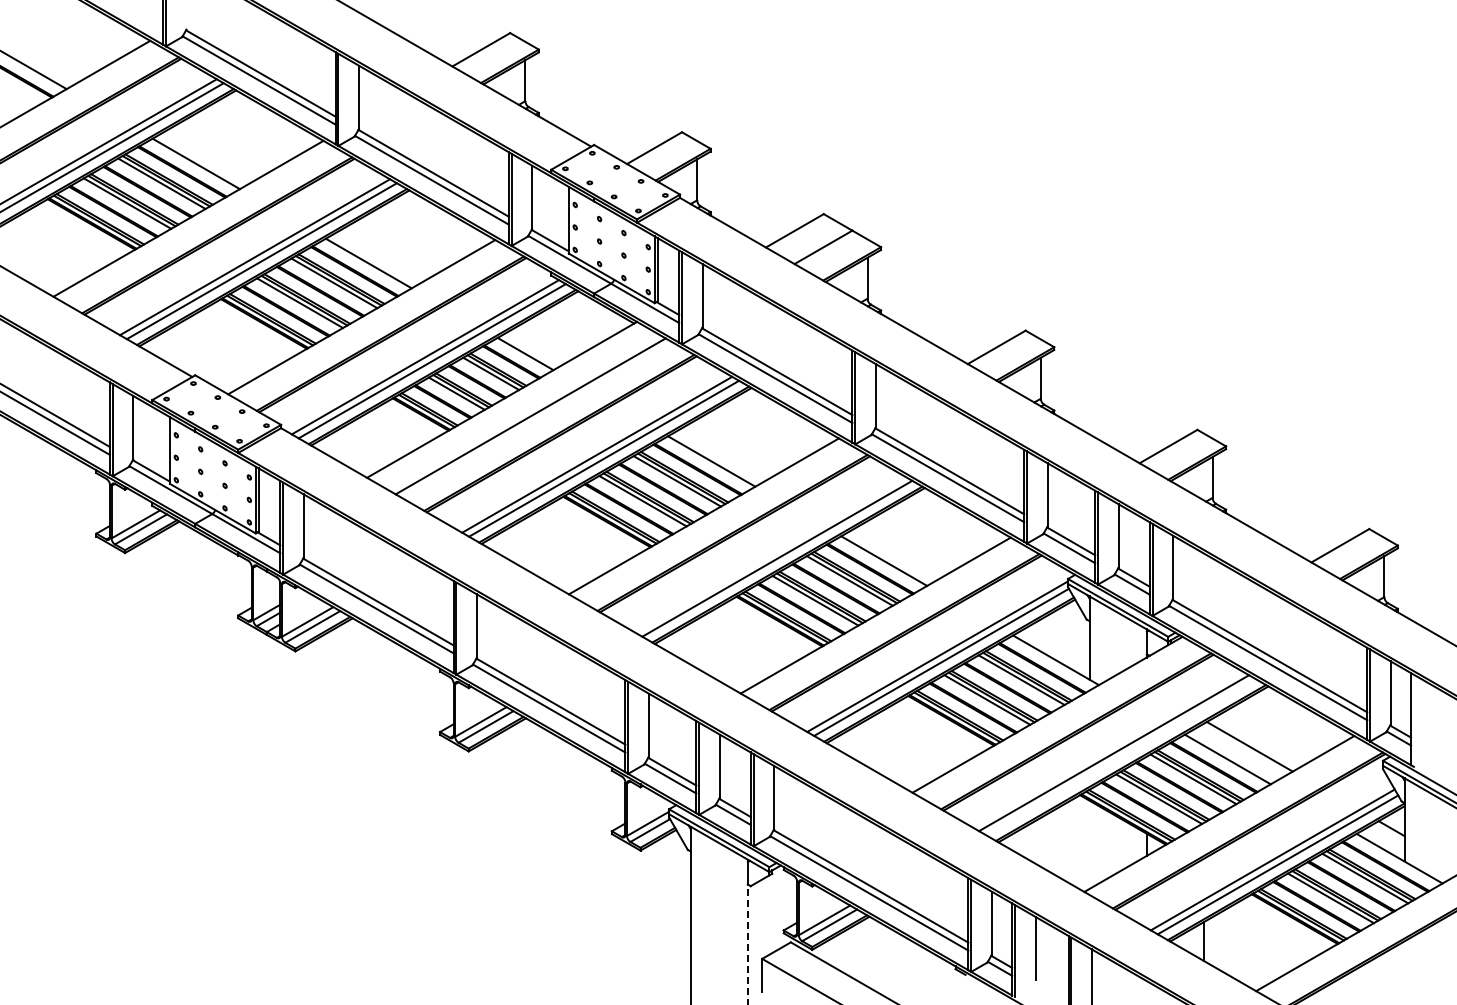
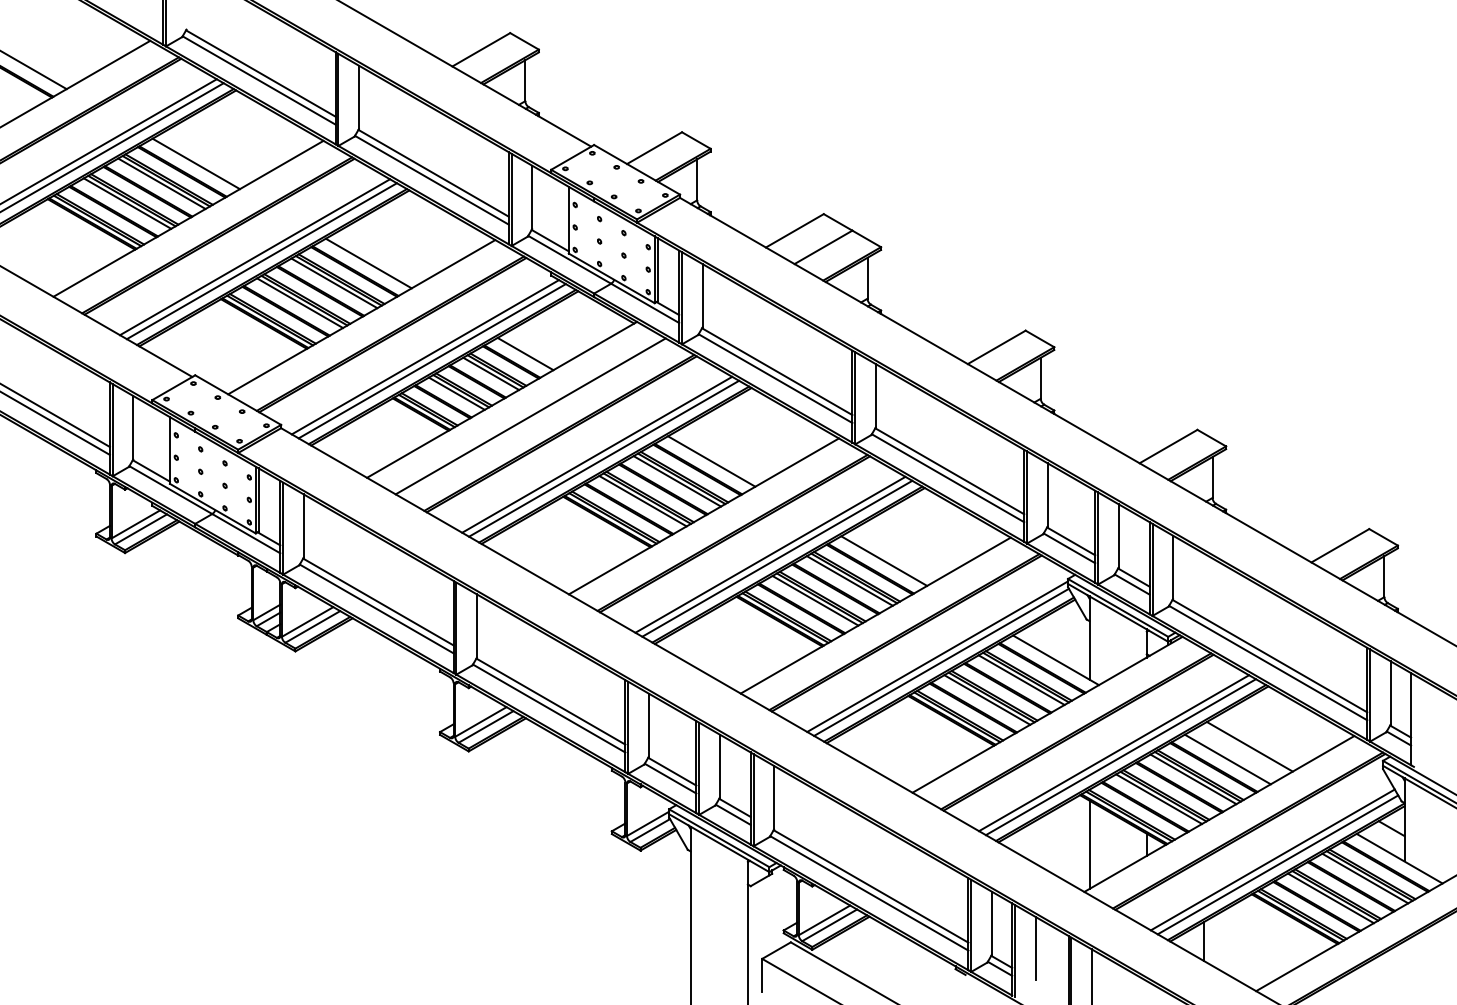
line at (770, 554): none -> present
line at (1120, 757): none -> present
line at (1089, 844): none -> present
line at (747, 944): dashed -> solid
